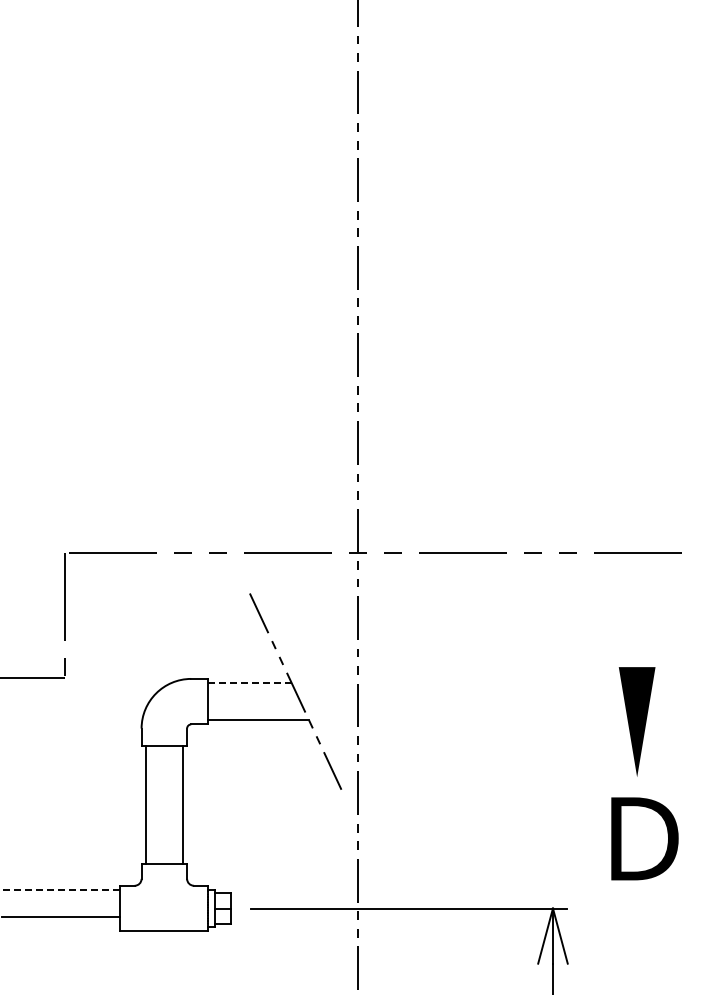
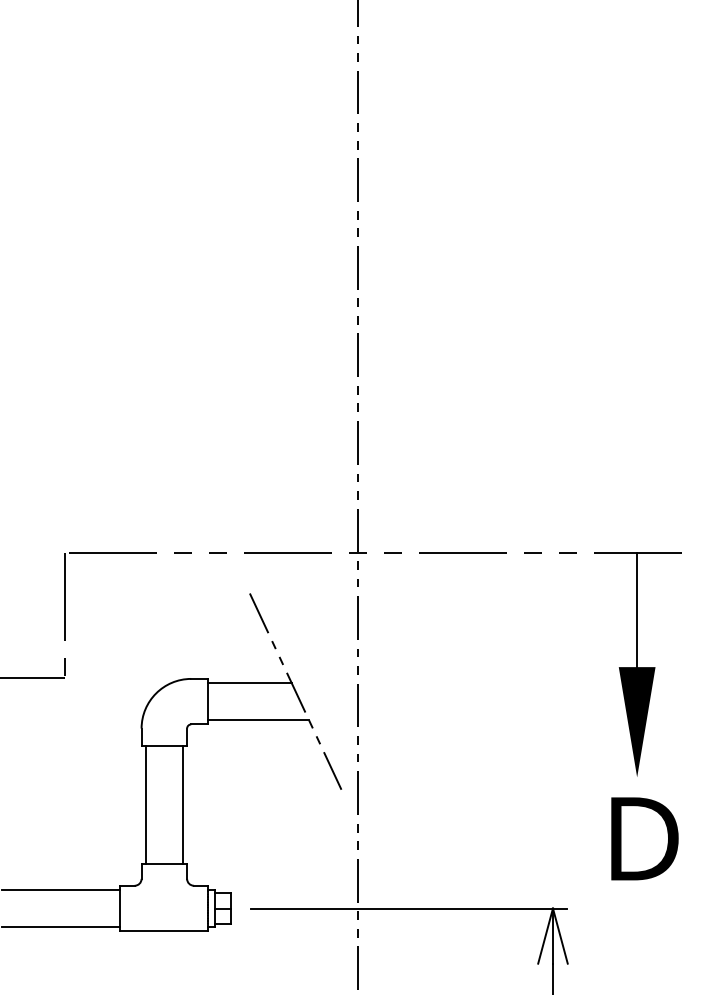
line at (637, 610): none -> present
line at (250, 682): dashed -> solid
line at (60, 889): dashed -> solid
line at (61, 917) position: (61, 917) -> (61, 927)
